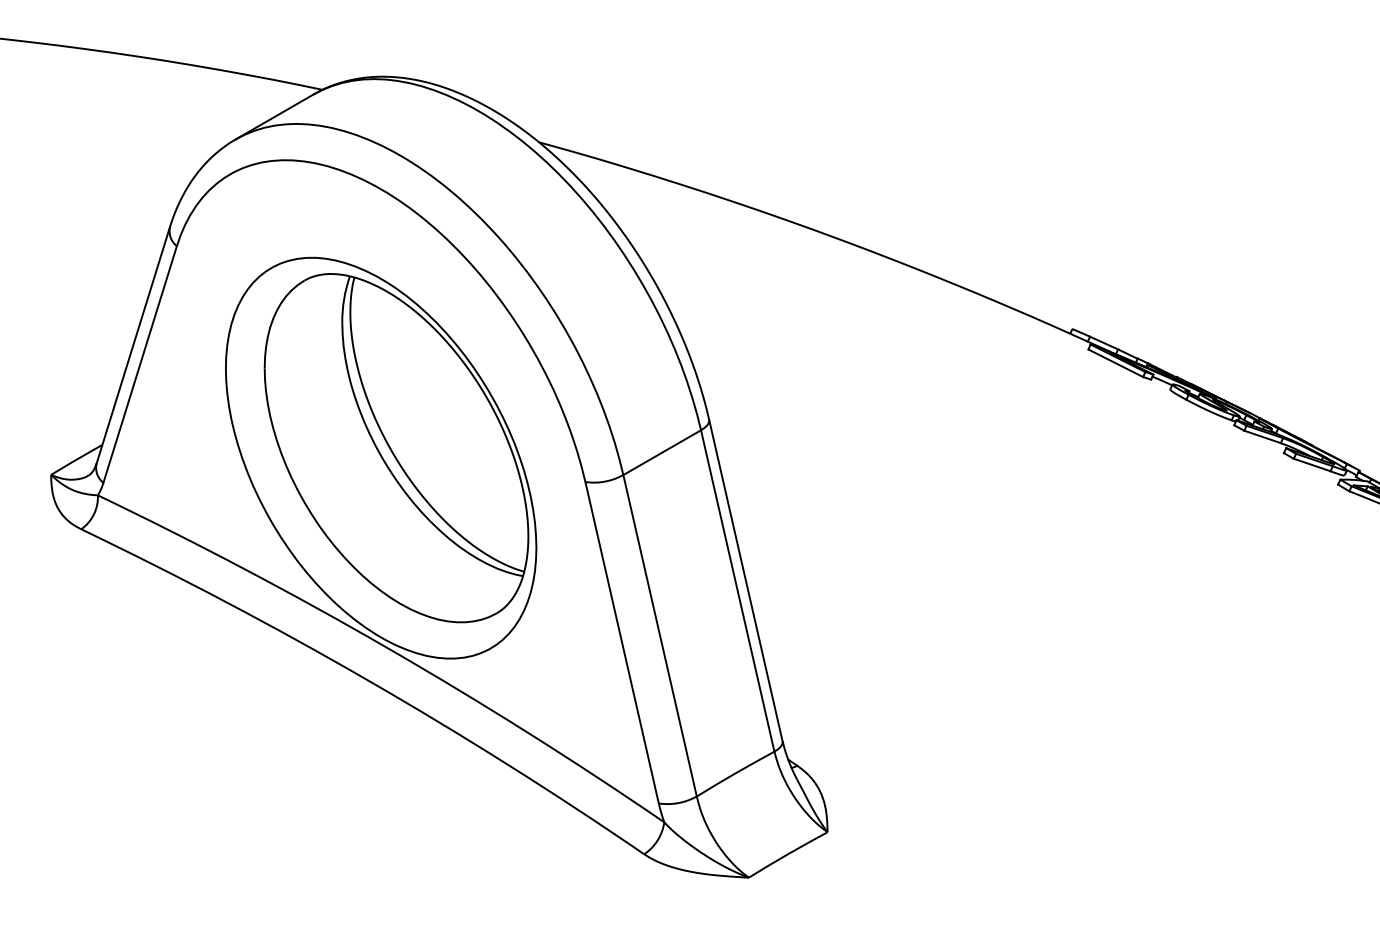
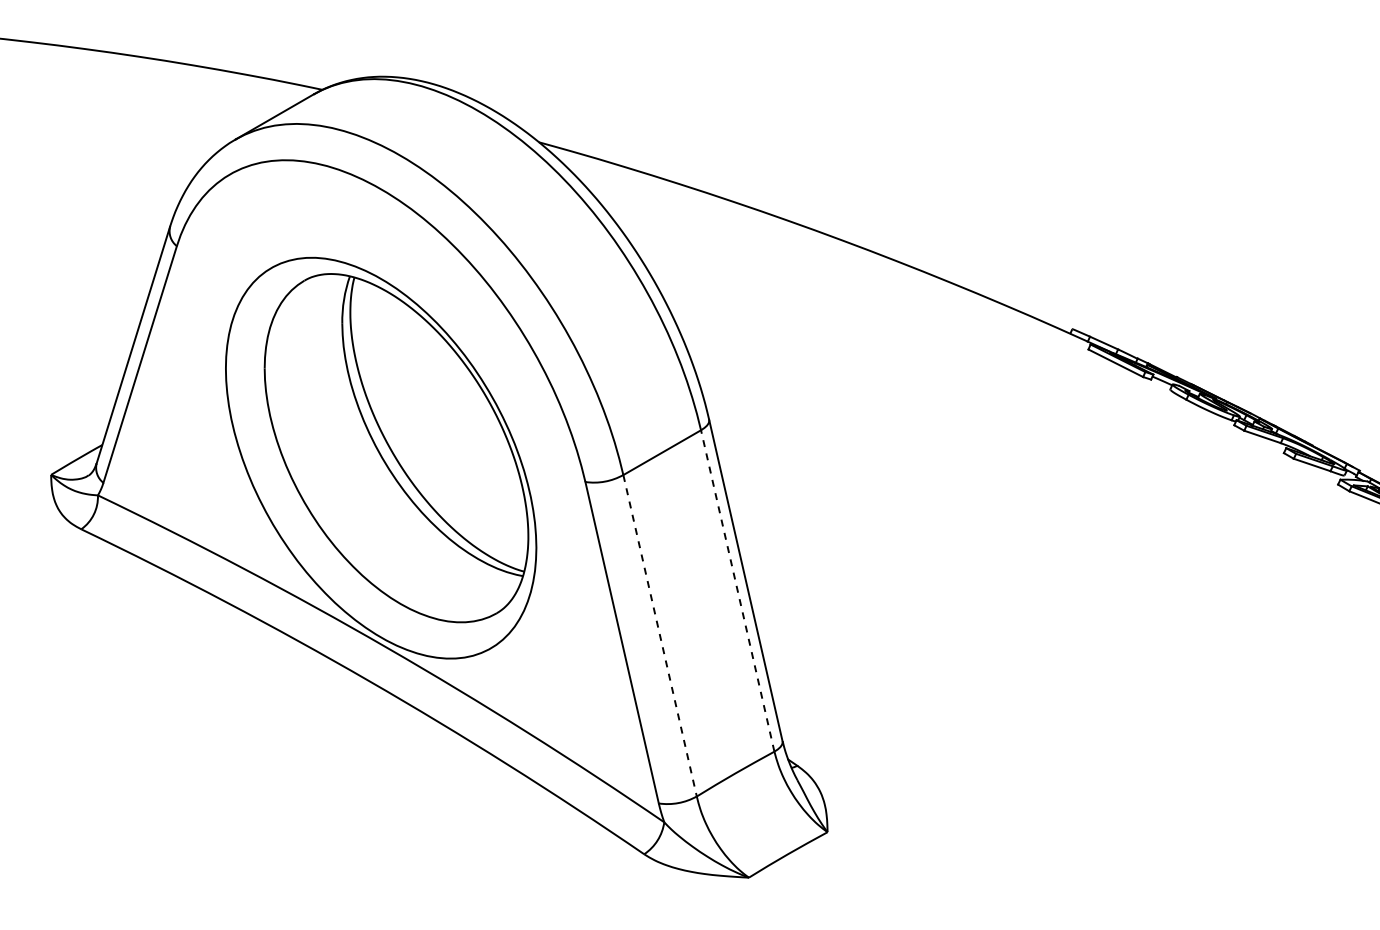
line at (737, 590): solid -> dashed
line at (660, 635): solid -> dashed
